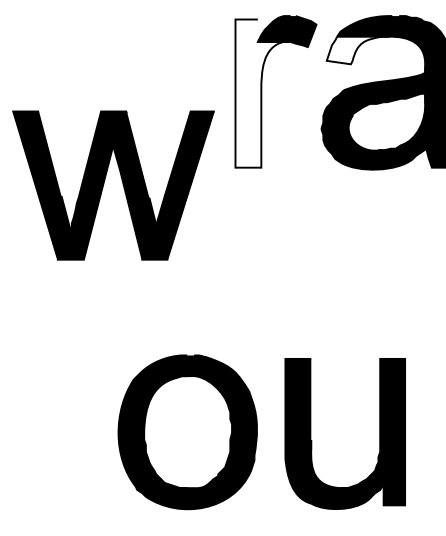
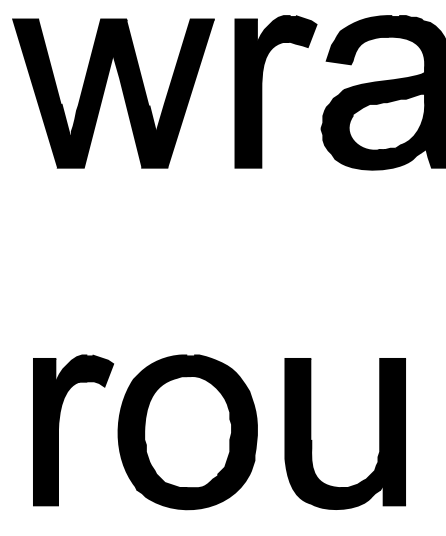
fill at (357, 50): none -> present
fill at (261, 93): none -> present
part at (104, 184) position: (104, 184) -> (104, 92)
part at (59, 426): none -> present
